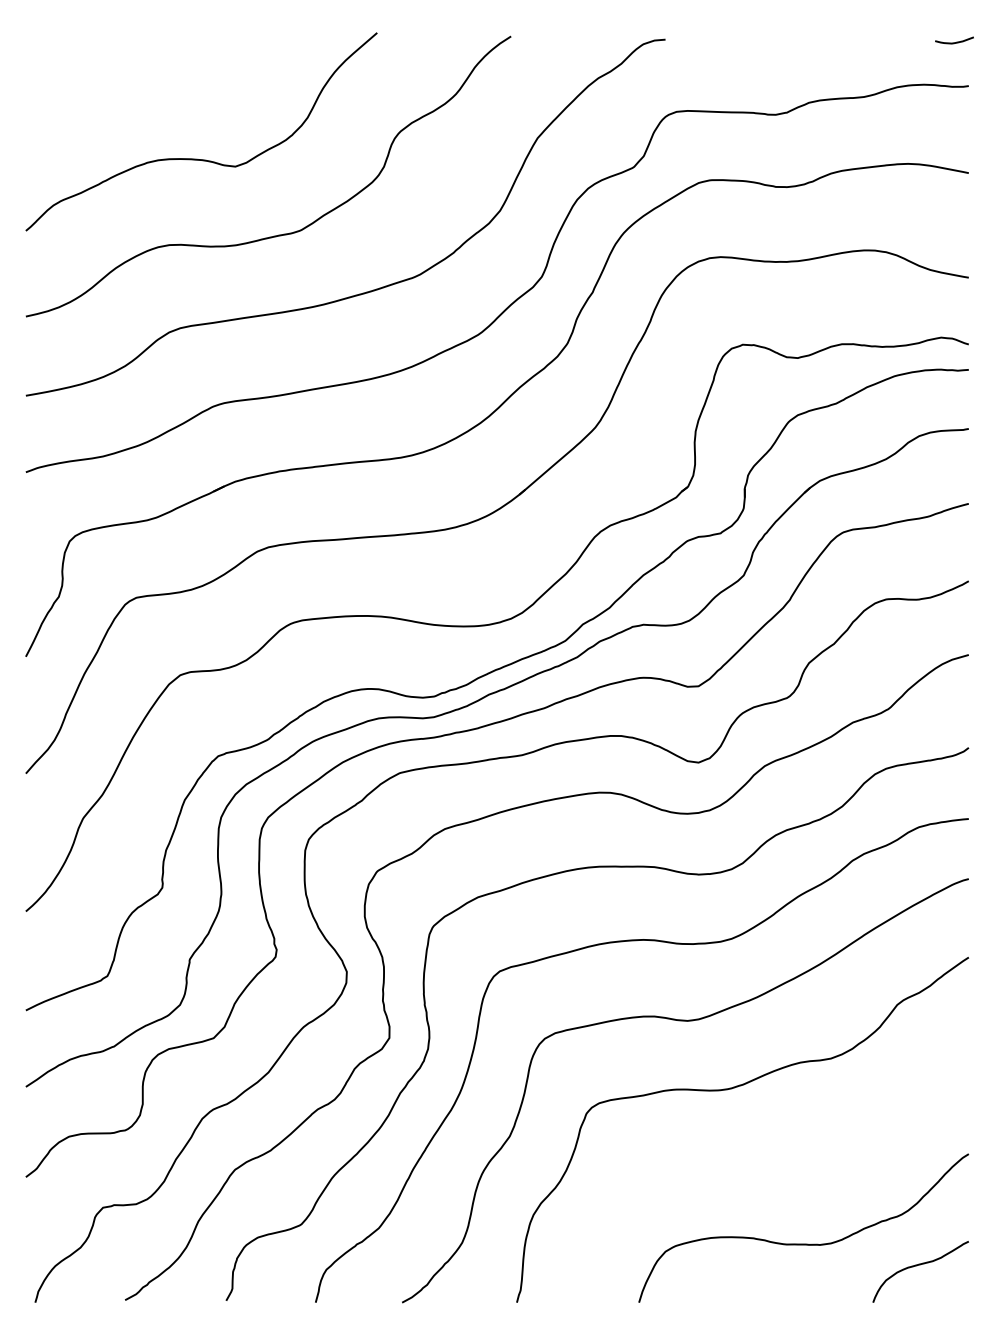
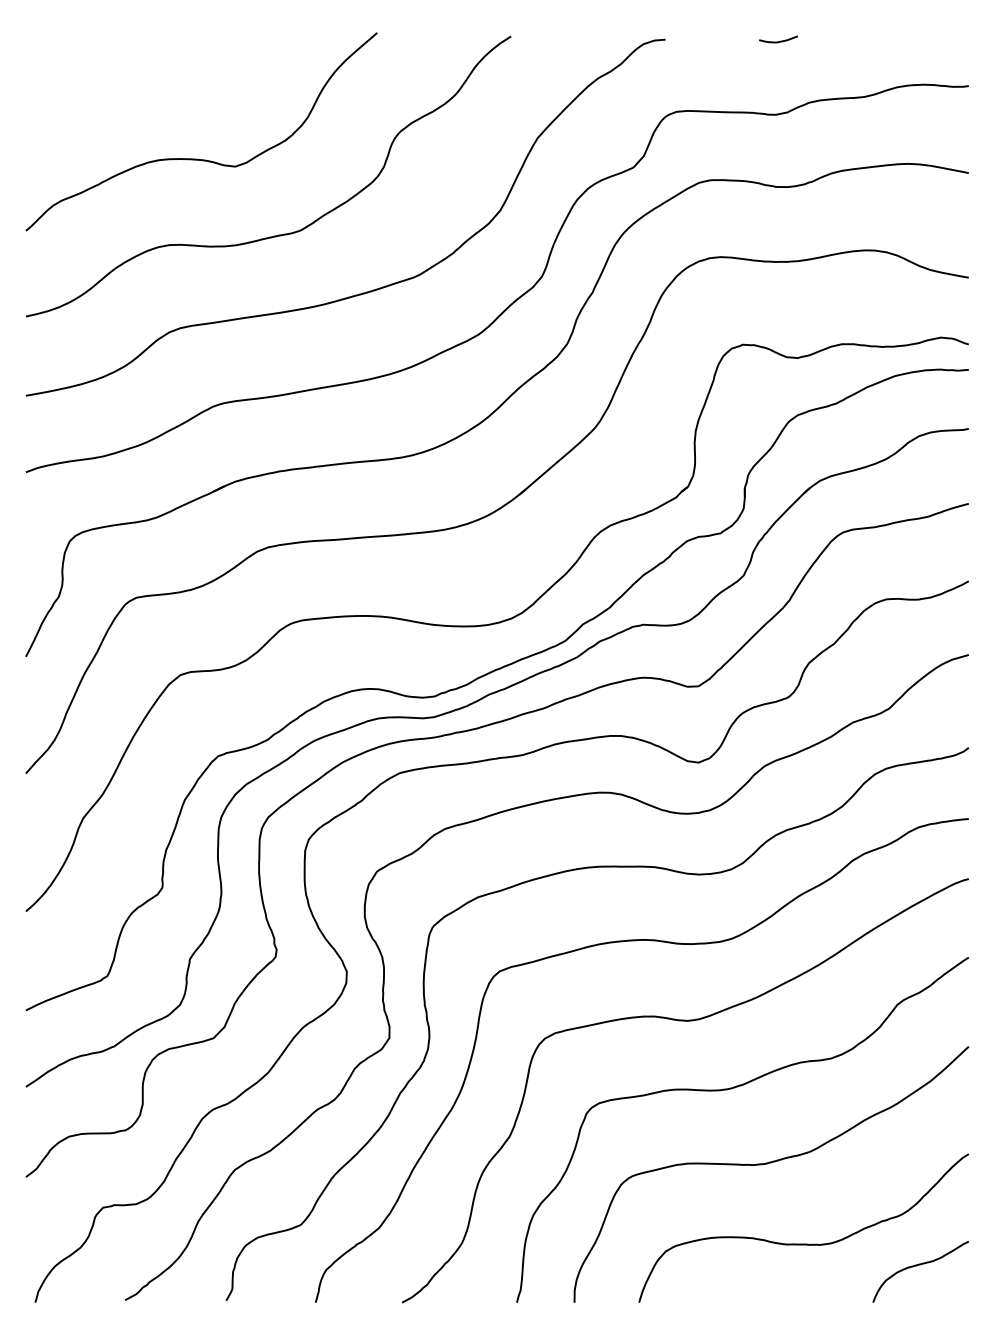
curve at (954, 42) position: (954, 42) -> (778, 41)
curve at (767, 1164): none -> present
